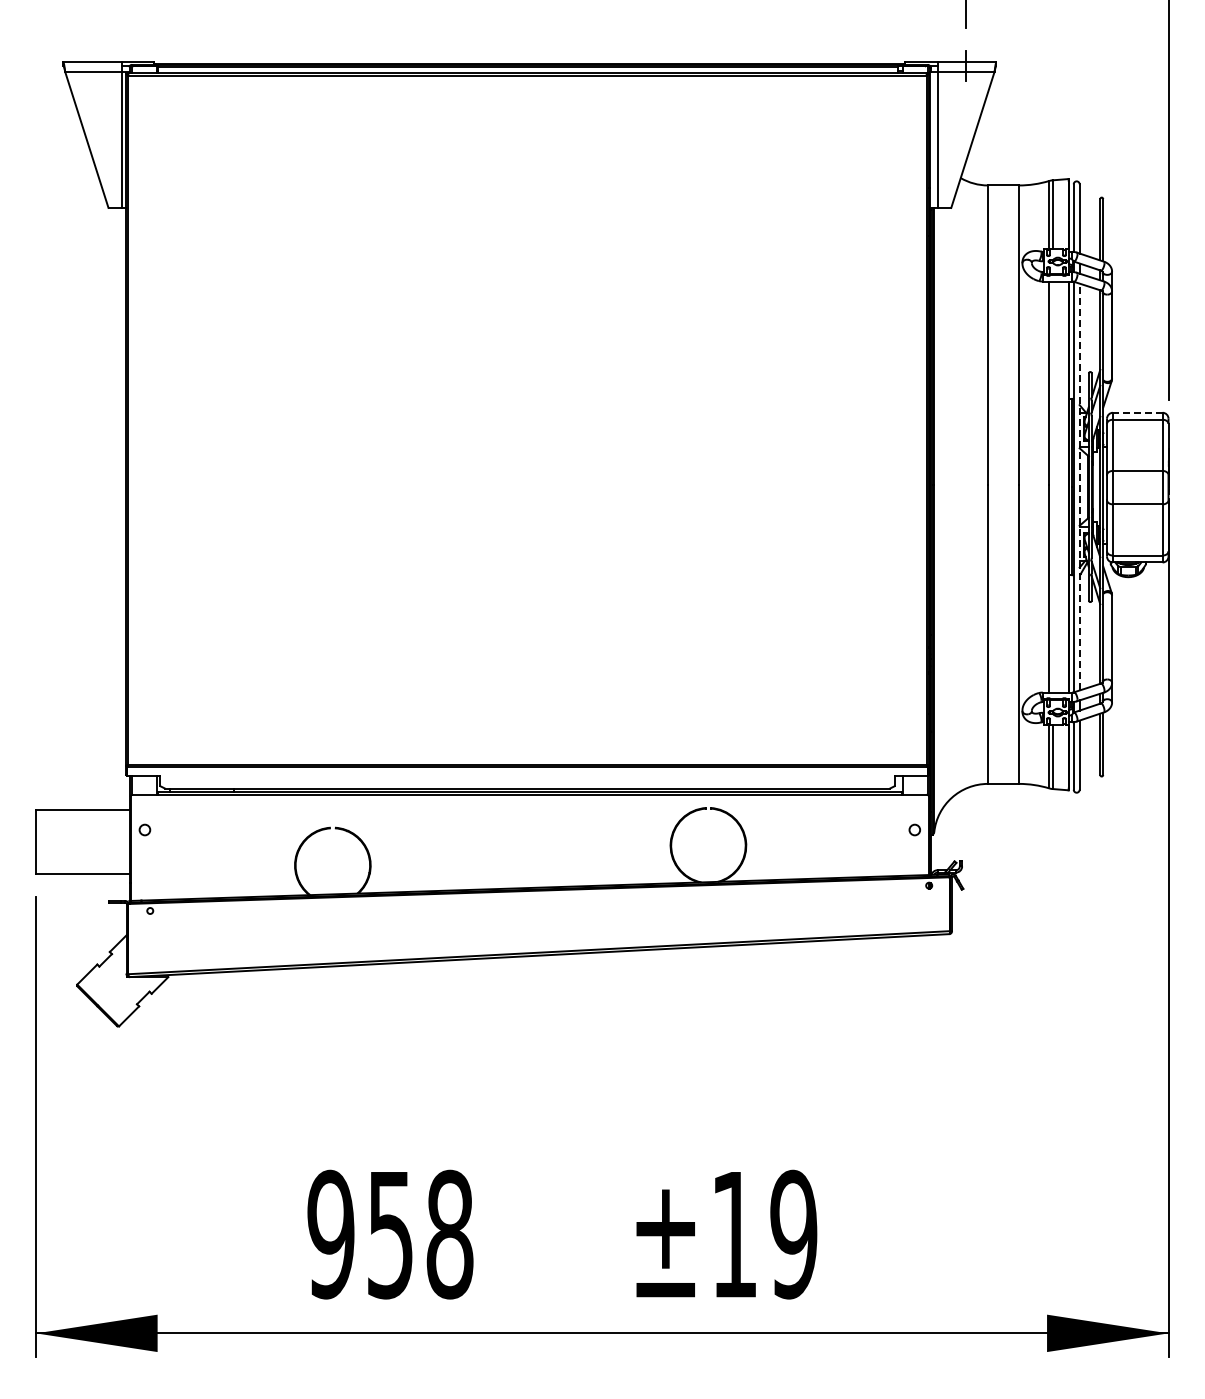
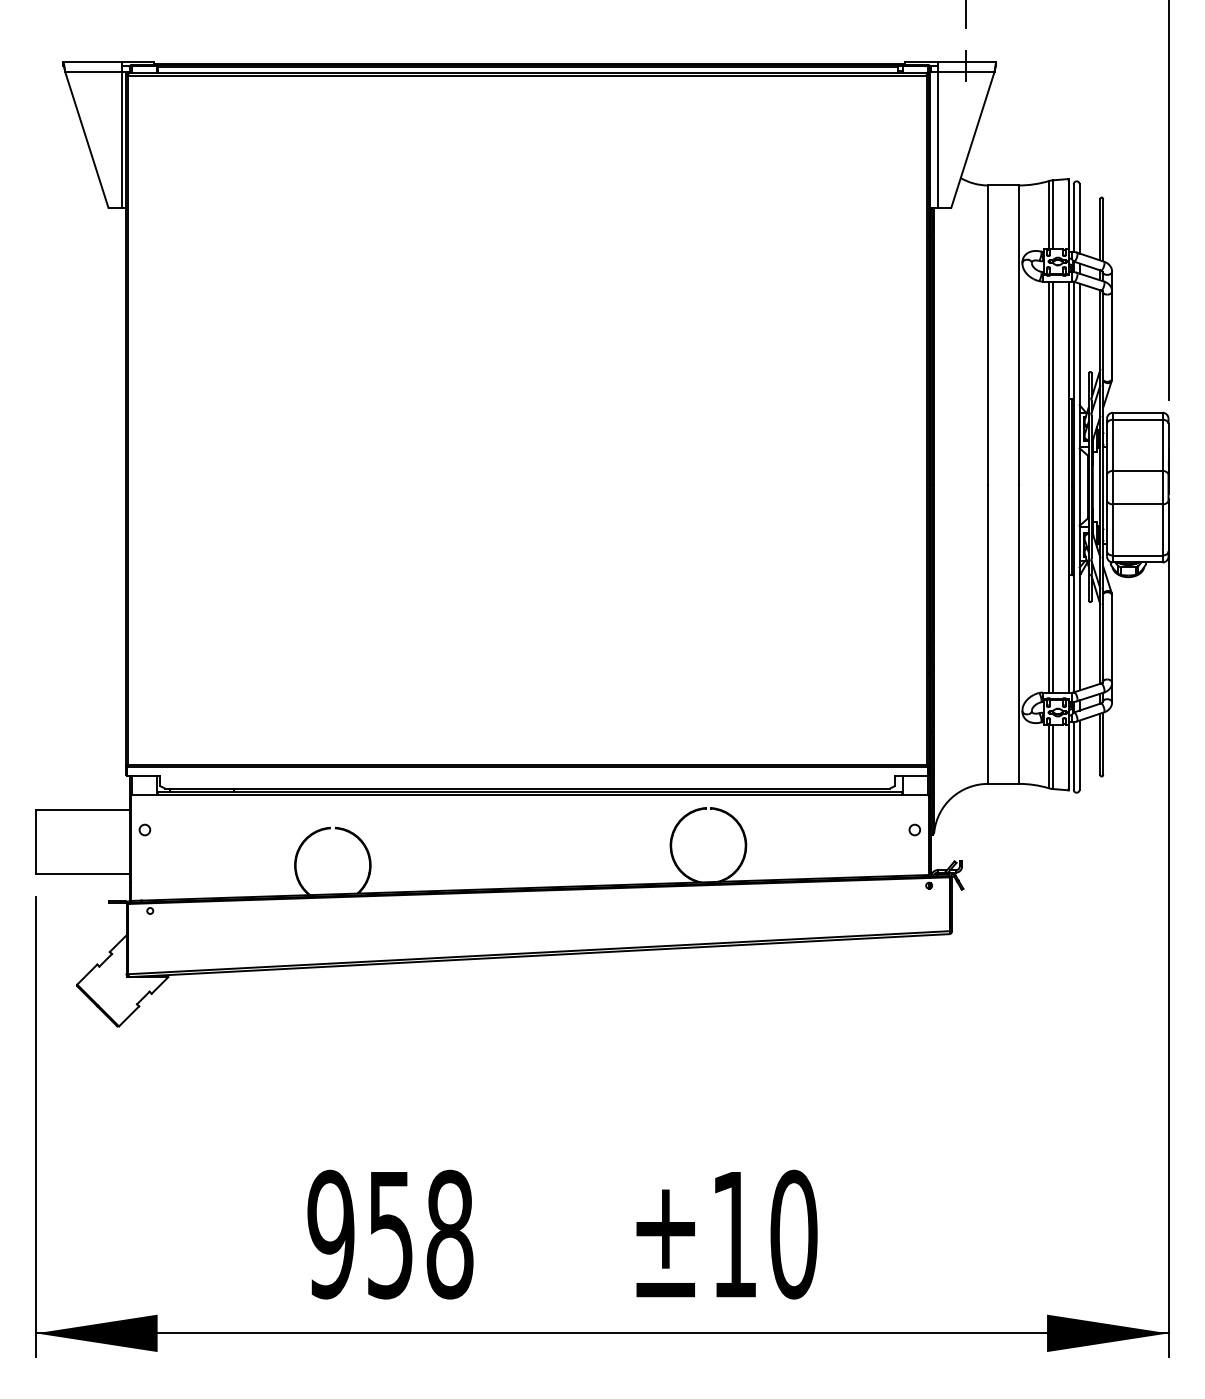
line at (1137, 412): dashed -> solid
line at (1052, 486): none -> present
line at (1079, 486): dashed -> solid
text at (793, 1234): ±19 -> ±10
